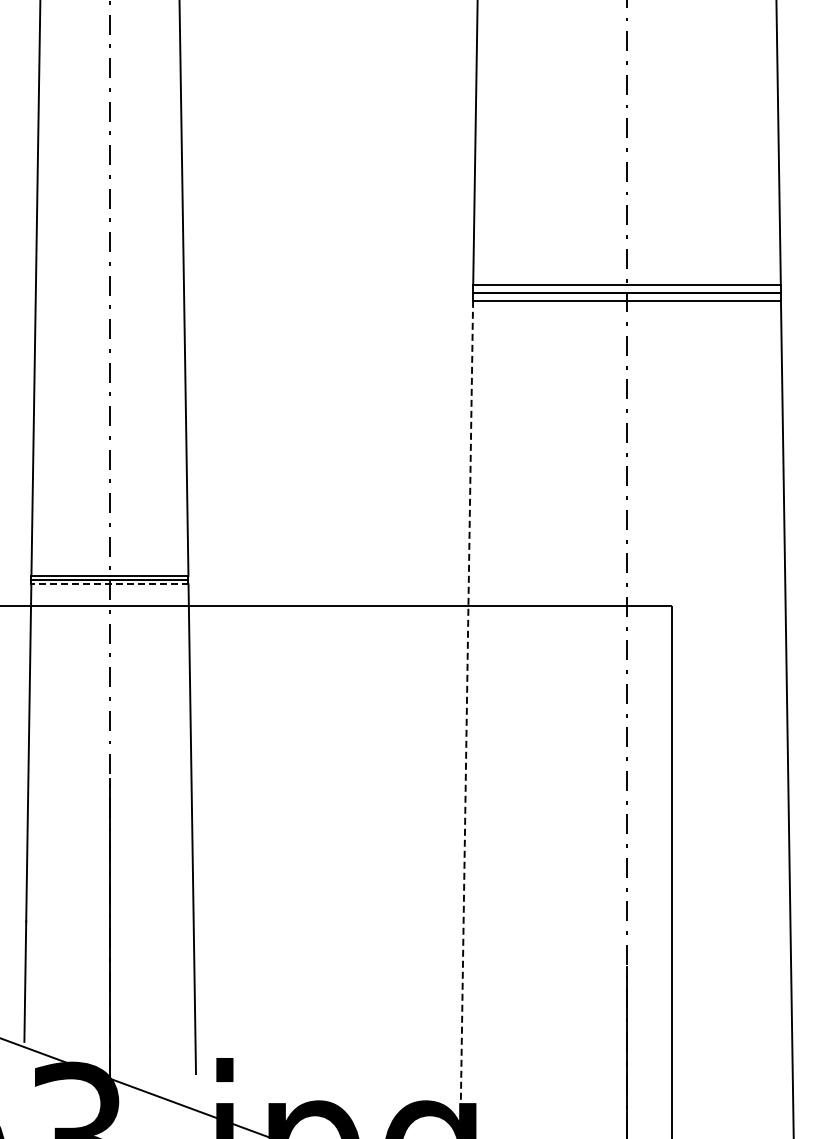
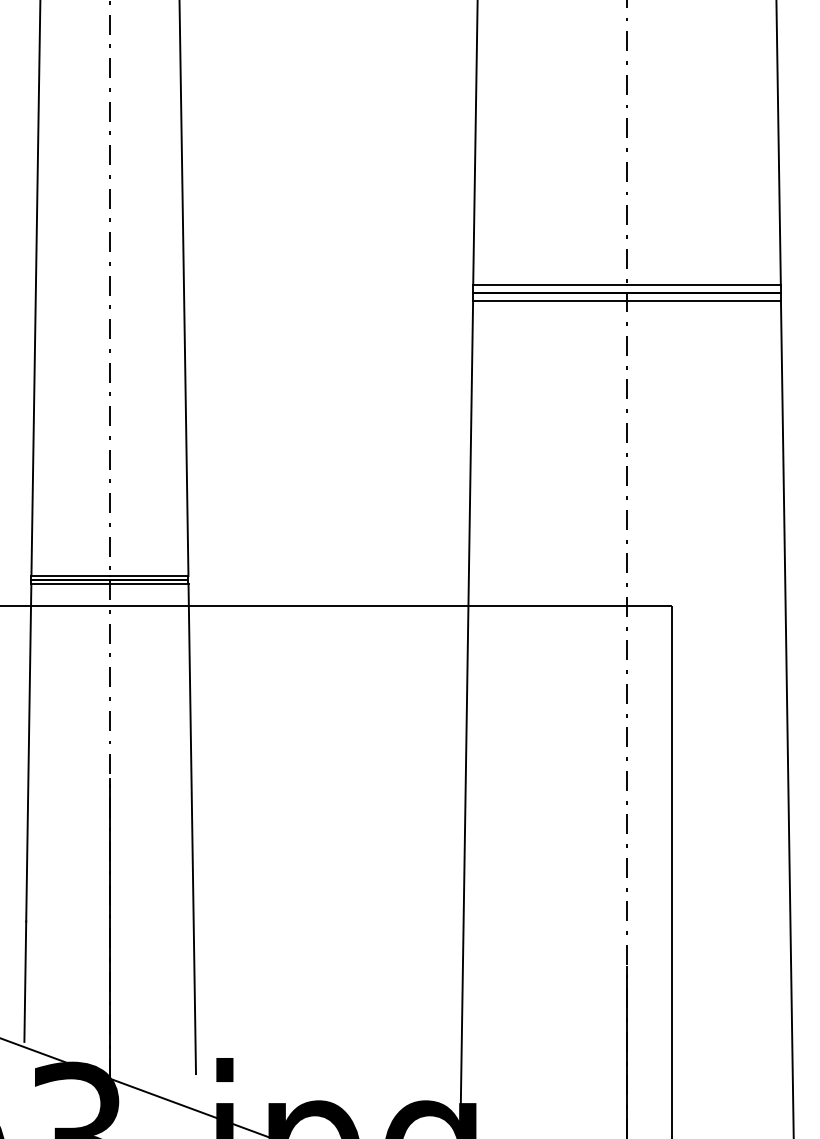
line at (109, 584): dashed -> solid
line at (466, 719): dashed -> solid
